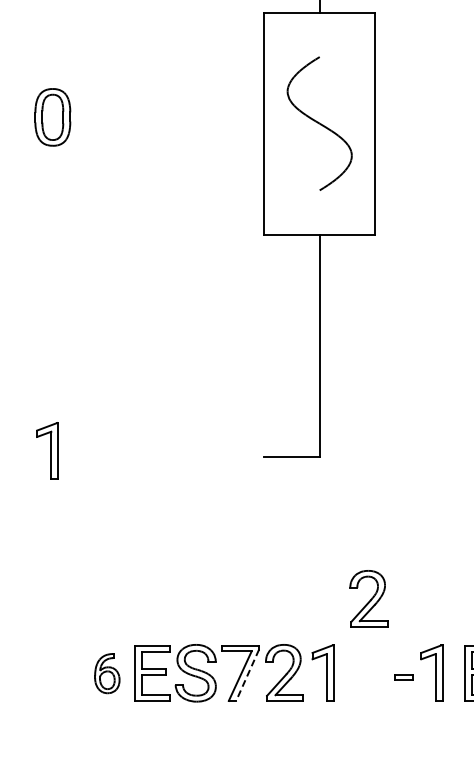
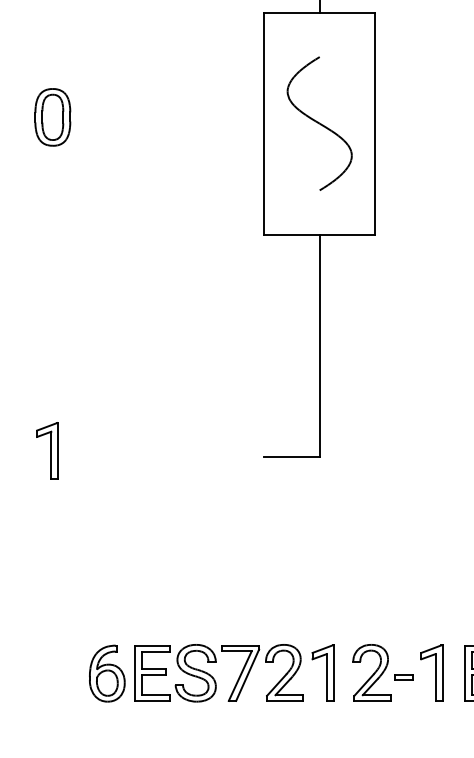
part at (368, 598) position: (368, 598) -> (371, 672)
part at (107, 673) size: 27x42 px -> 37x59 px
line at (247, 675): dashed -> solid
